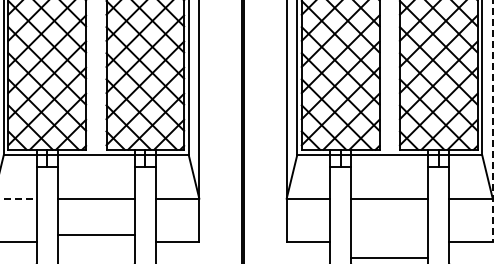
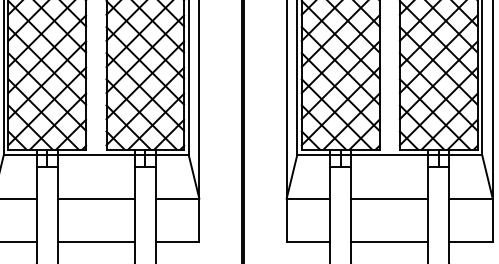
line at (492, 120): dashed -> solid
line at (18, 198): dashed -> solid
line at (95, 234) position: (95, 234) -> (95, 241)
line at (389, 257) position: (389, 257) -> (389, 241)
